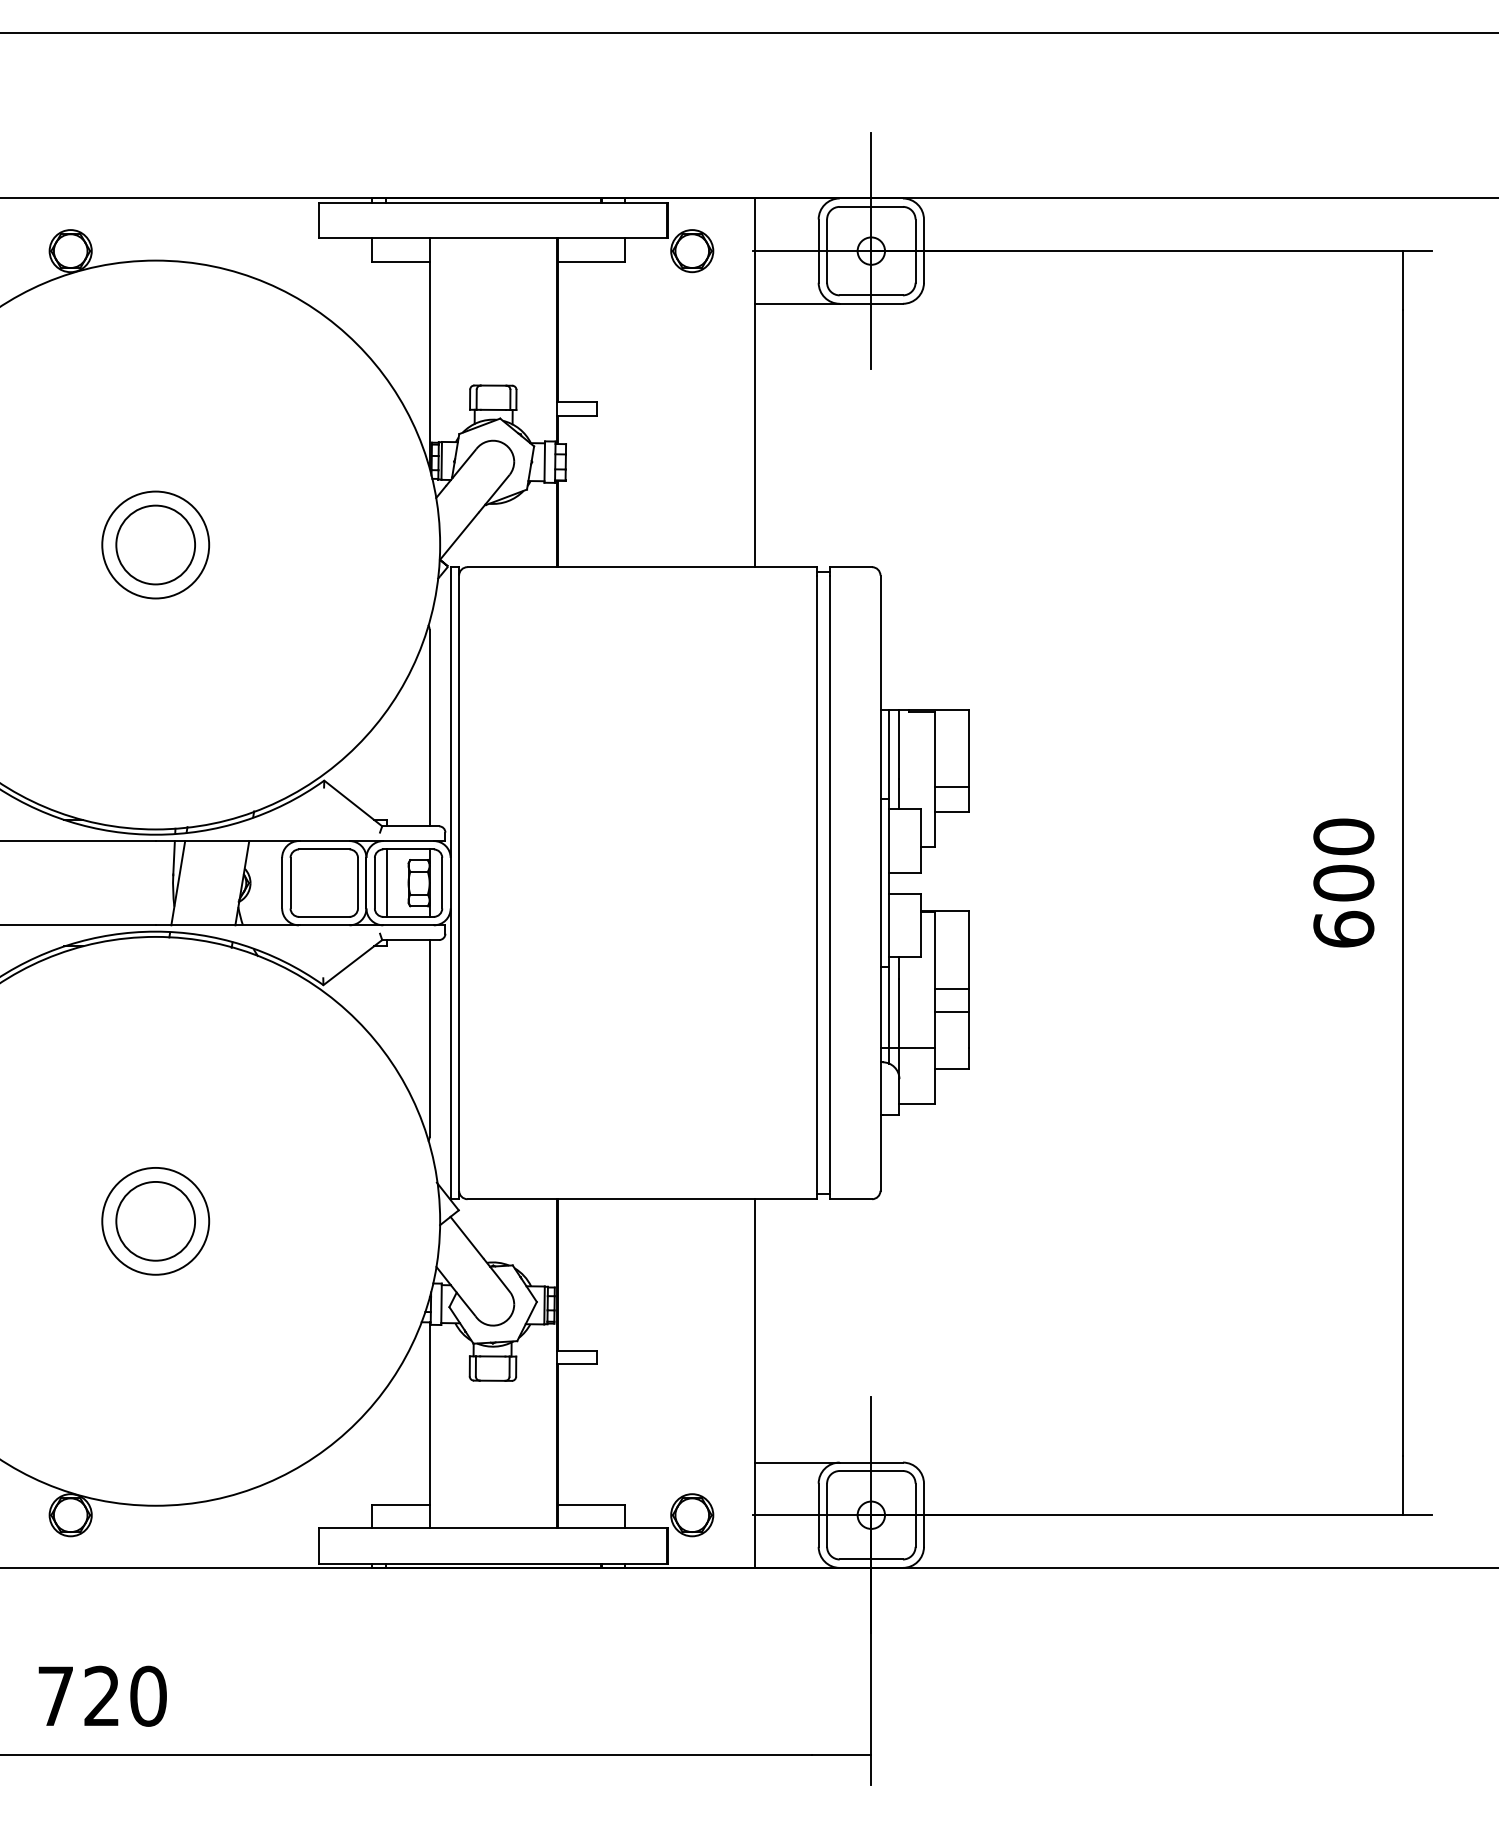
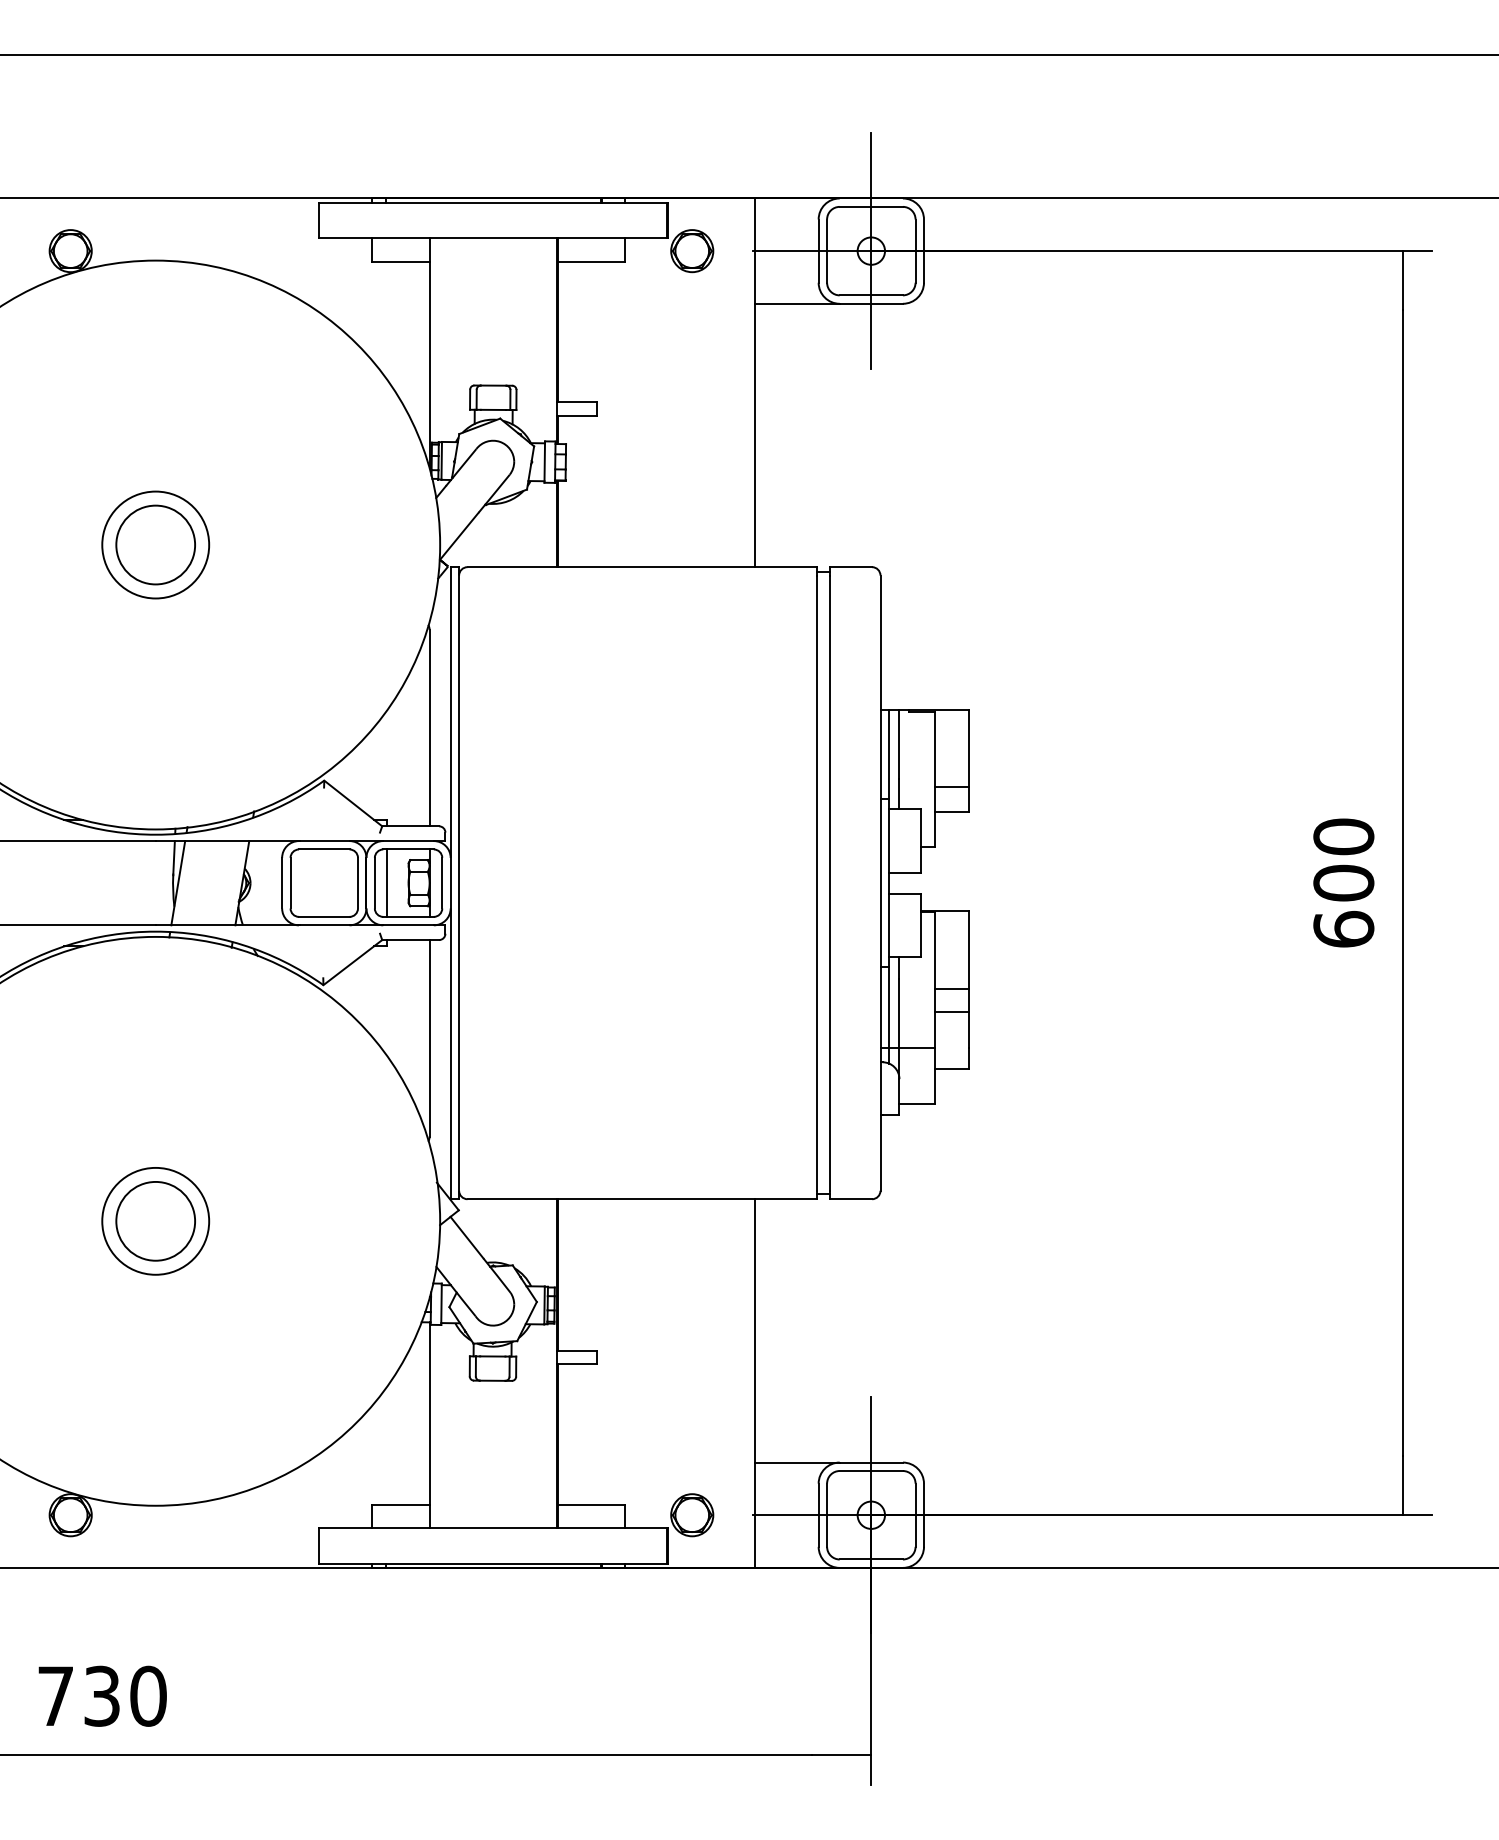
line at (748, 33) position: (748, 33) -> (748, 55)
text at (101, 1695): 720 -> 730
